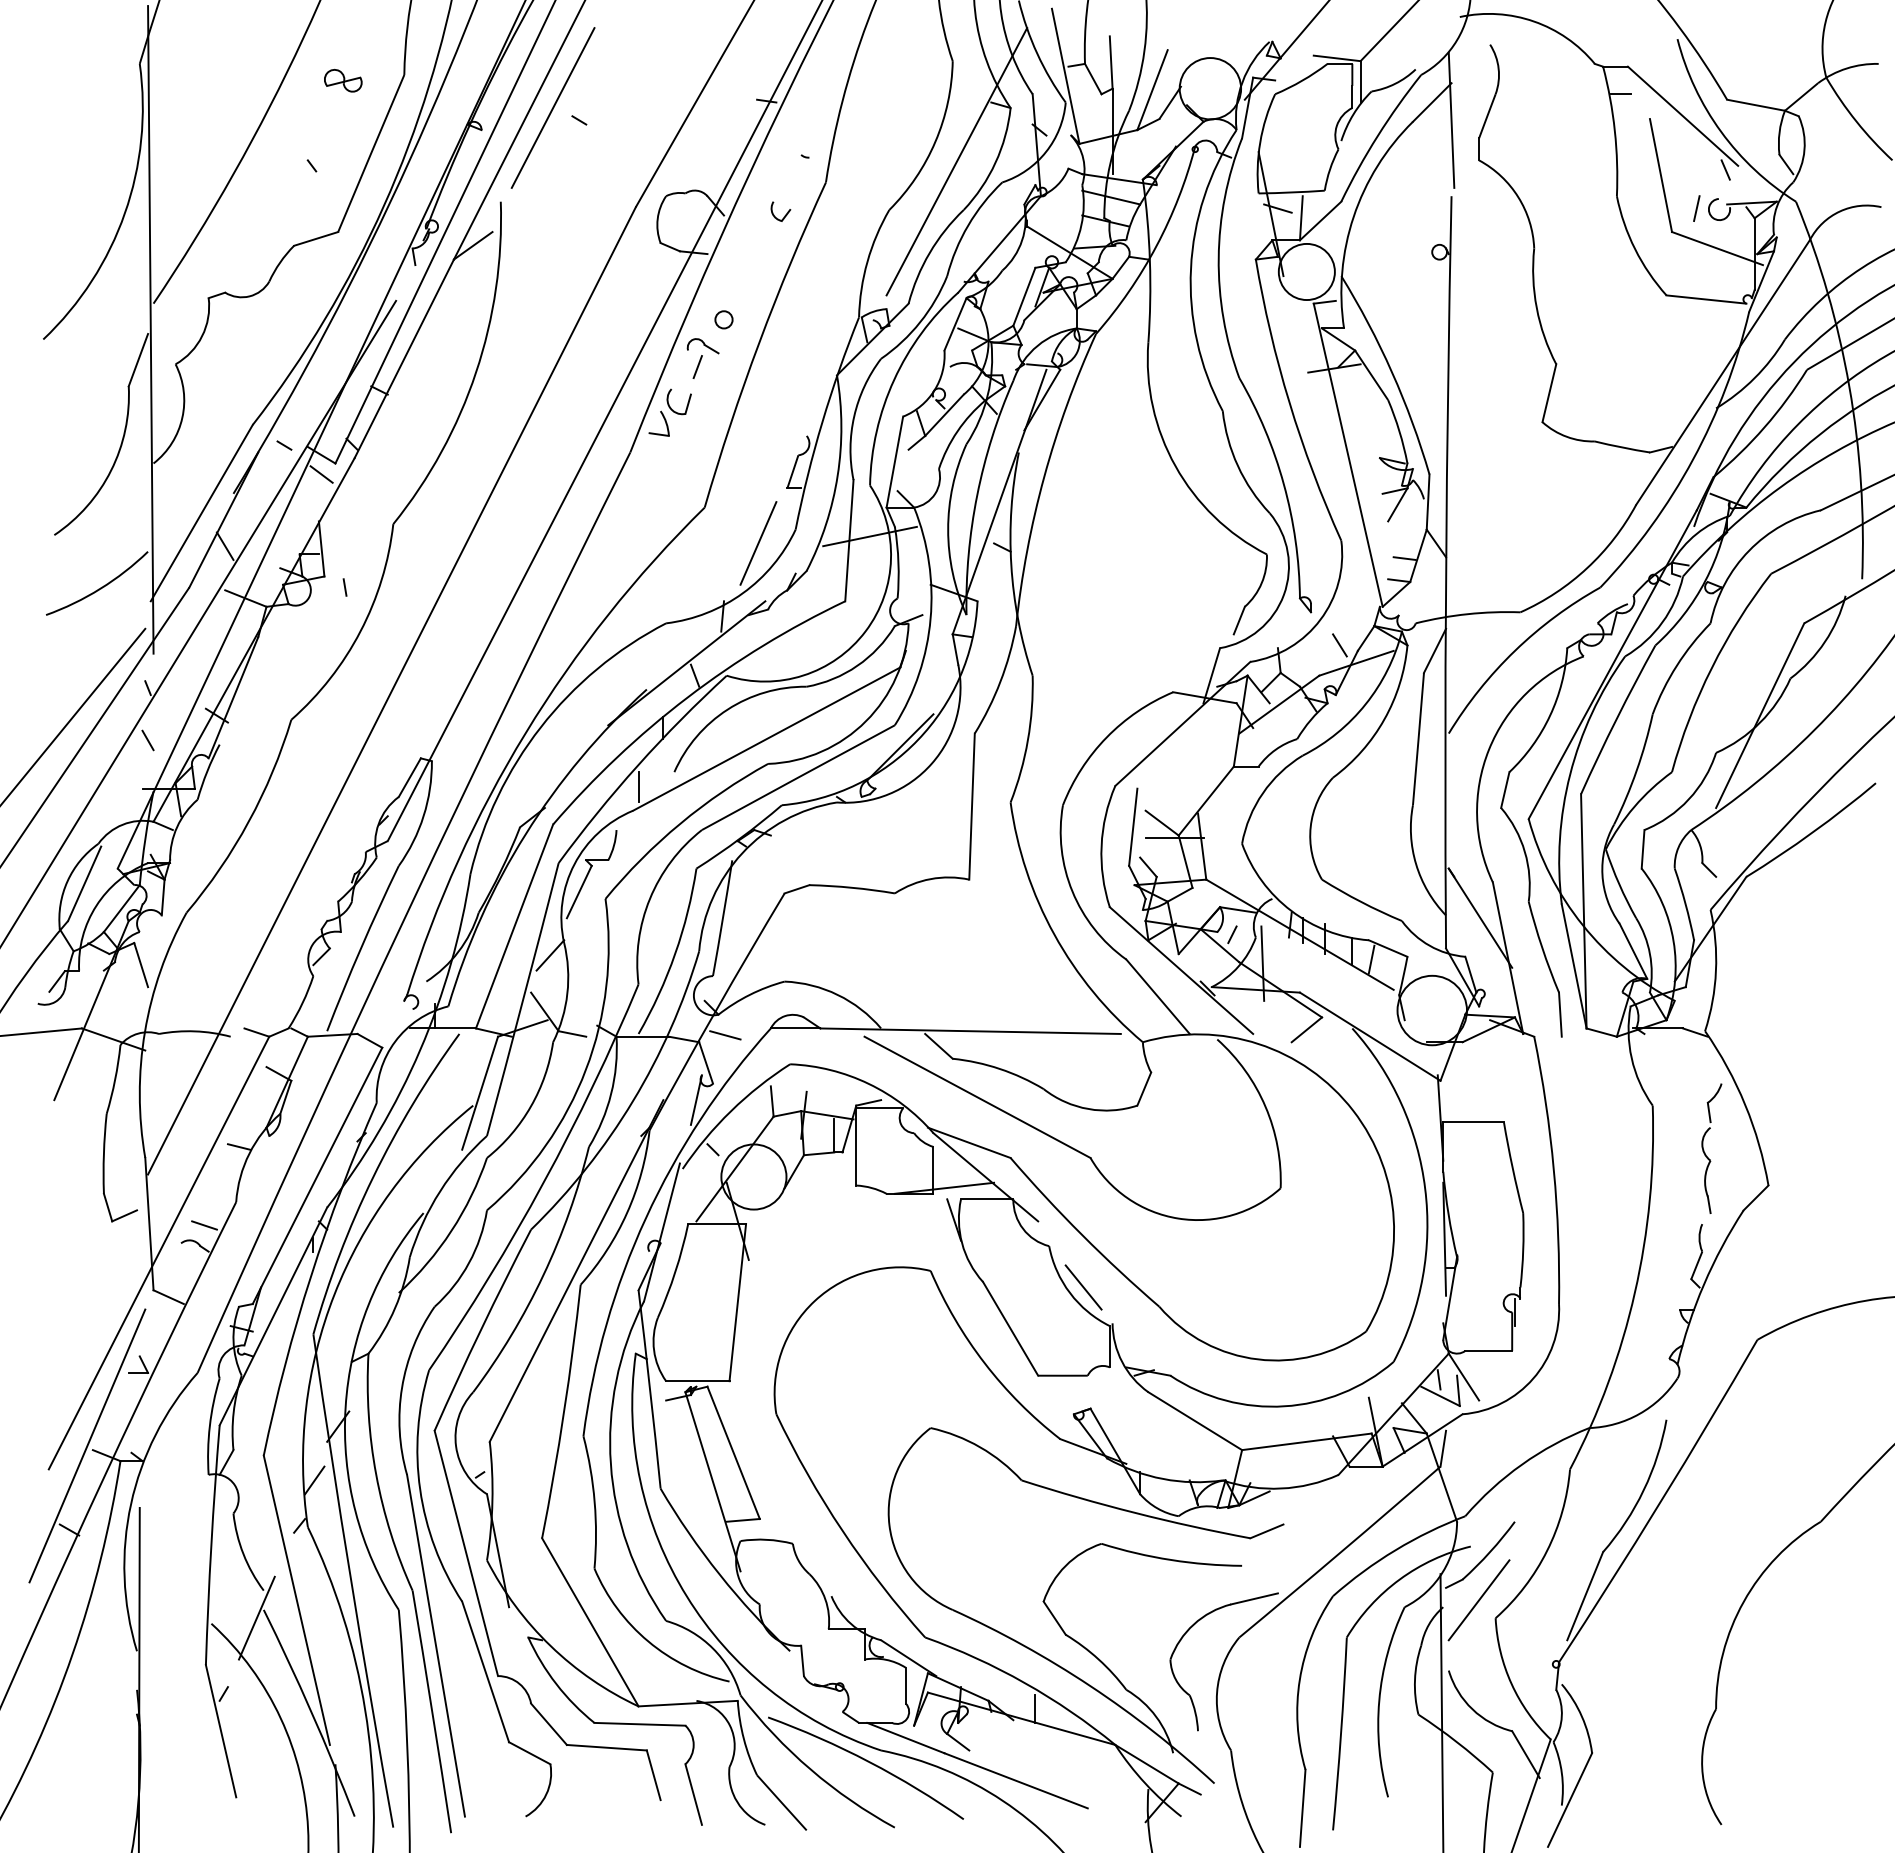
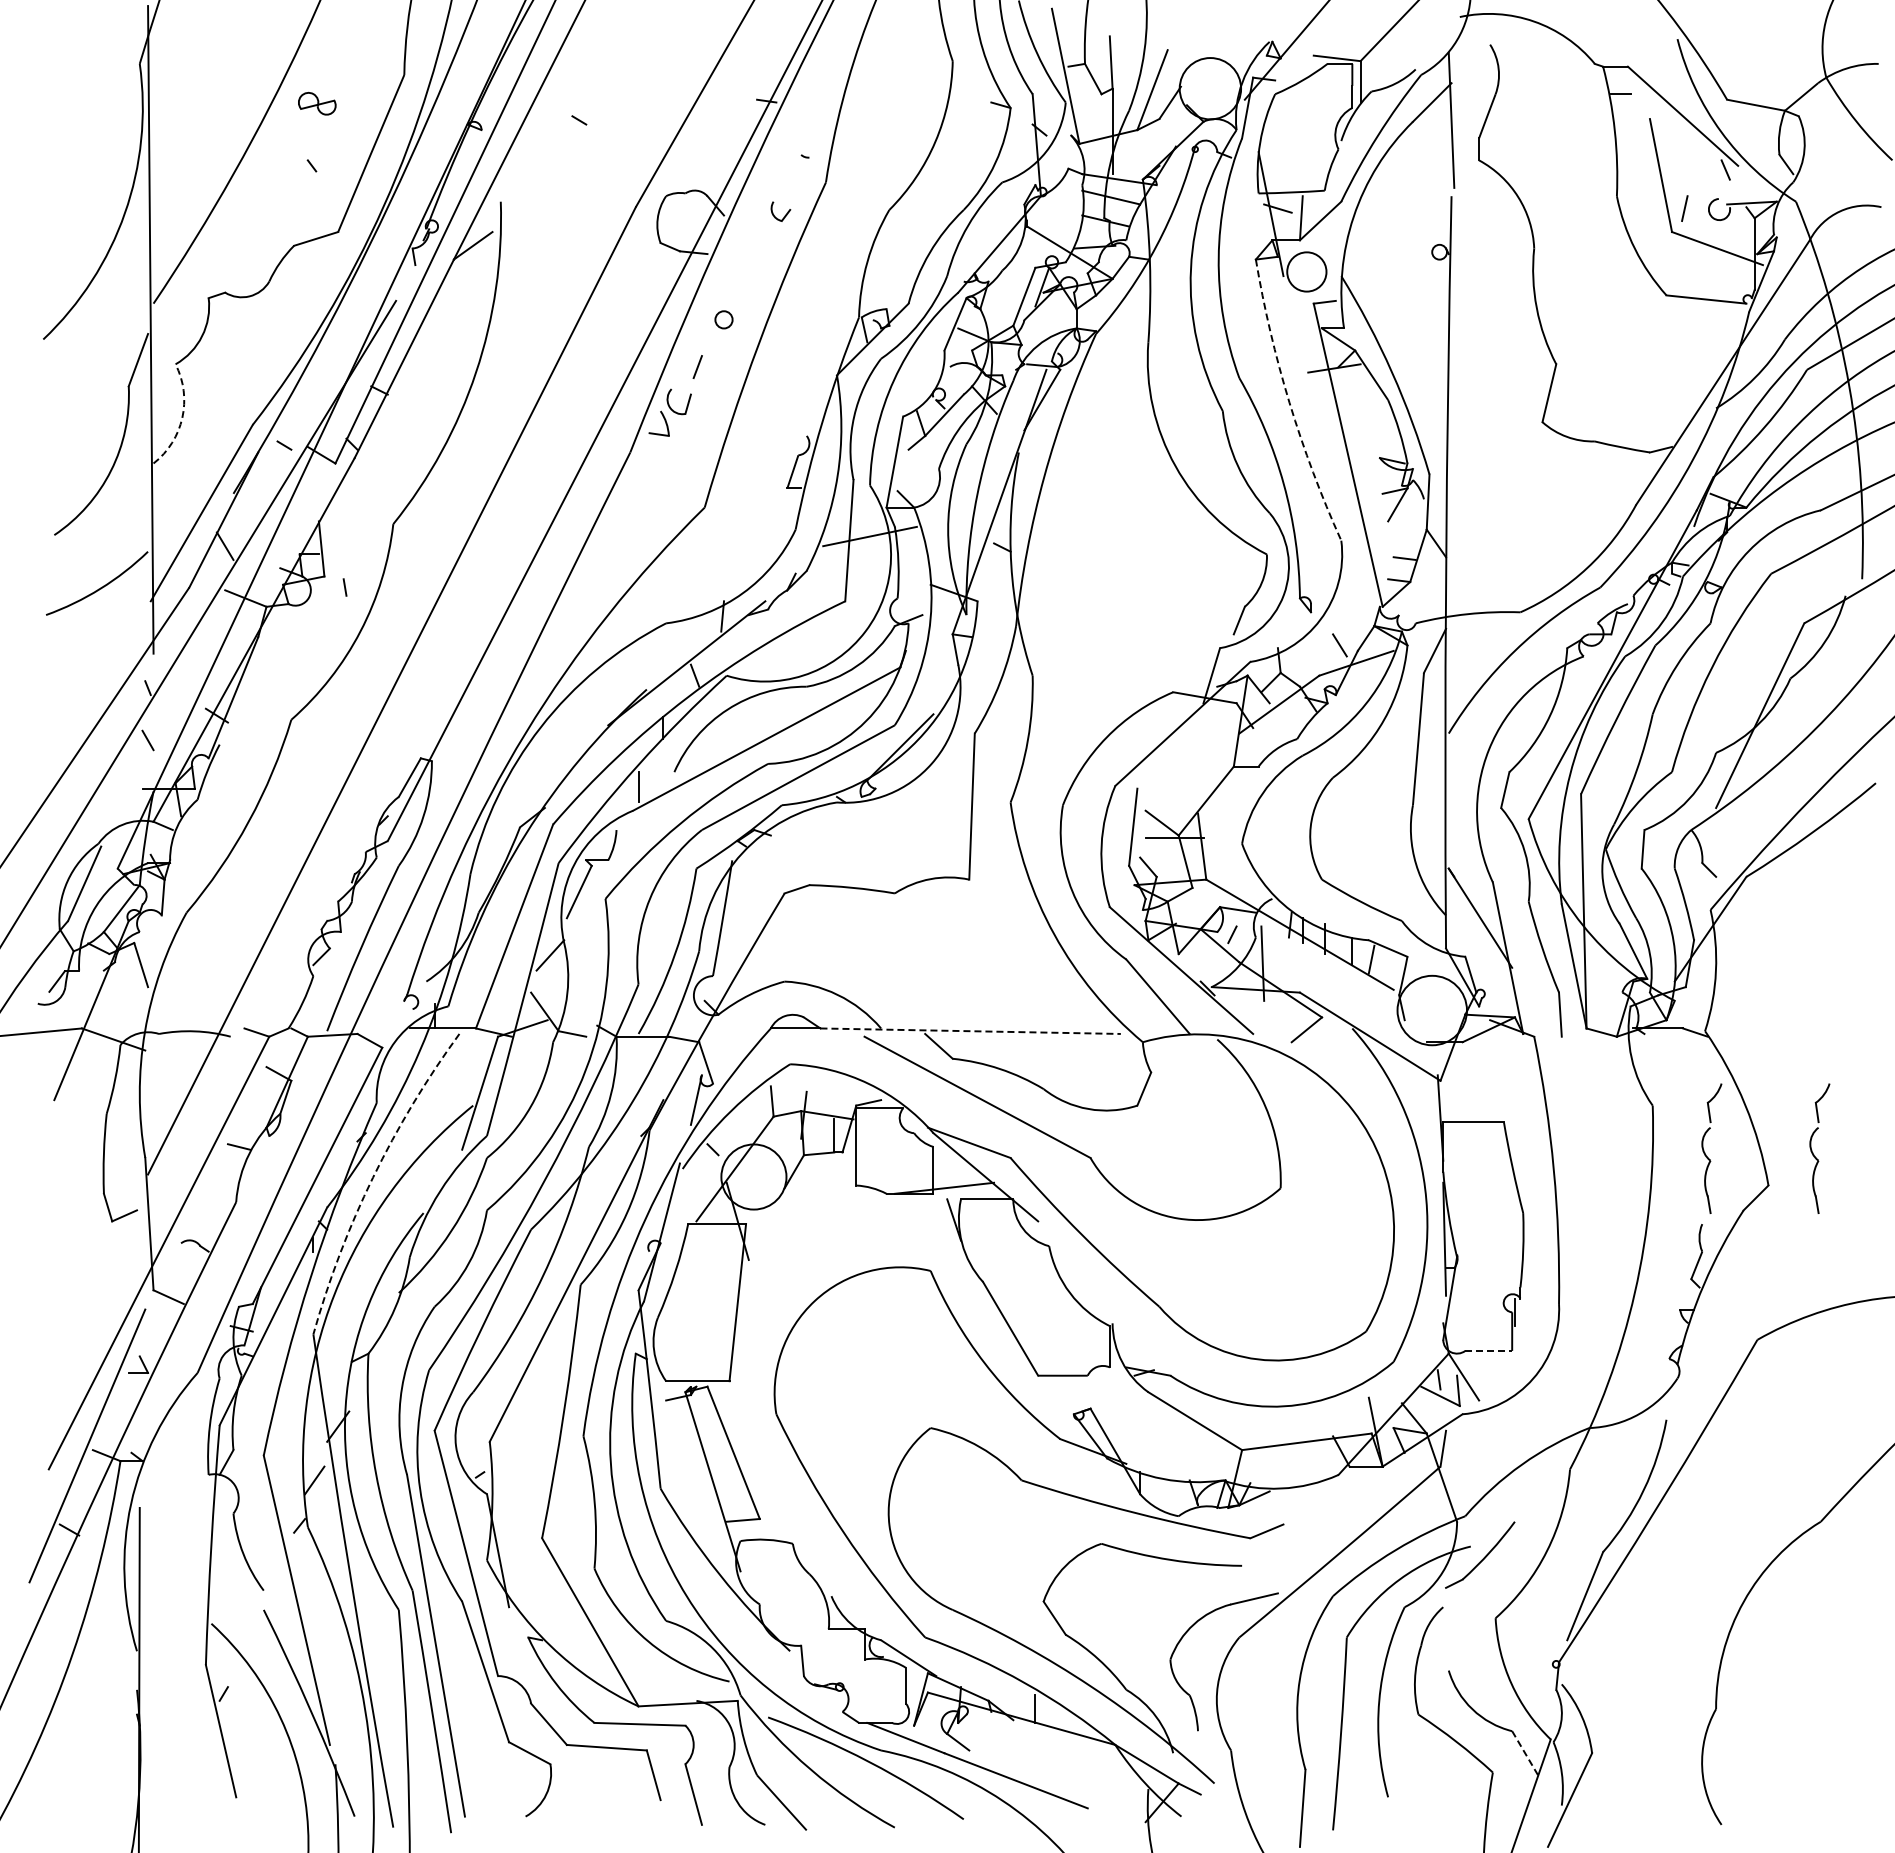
part at (343, 80) position: (343, 80) -> (317, 103)
line at (552, 107): present -> none
line at (956, 161): present -> none
line at (1696, 208) position: (1696, 208) -> (1684, 208)
circle at (1306, 271) diameter: 56 px -> 39 px
part at (702, 346): present -> none
arc at (1289, 402): solid -> dashed
arc at (182, 417): solid -> dashed
line at (321, 474): present -> none
line at (758, 543): present -> none
line at (73, 715): present -> none
line at (971, 1031): solid -> dashed
line at (725, 1035): present -> none
part at (1813, 1152): none -> present
arc at (373, 1177): solid -> dashed
line at (204, 1225): present -> none
line at (1083, 1287): present -> none
line at (1489, 1350): solid -> dashed
line at (1478, 1600): present -> none
line at (256, 1617): present -> none
line at (1441, 1711): present -> none
line at (1526, 1755): solid -> dashed
